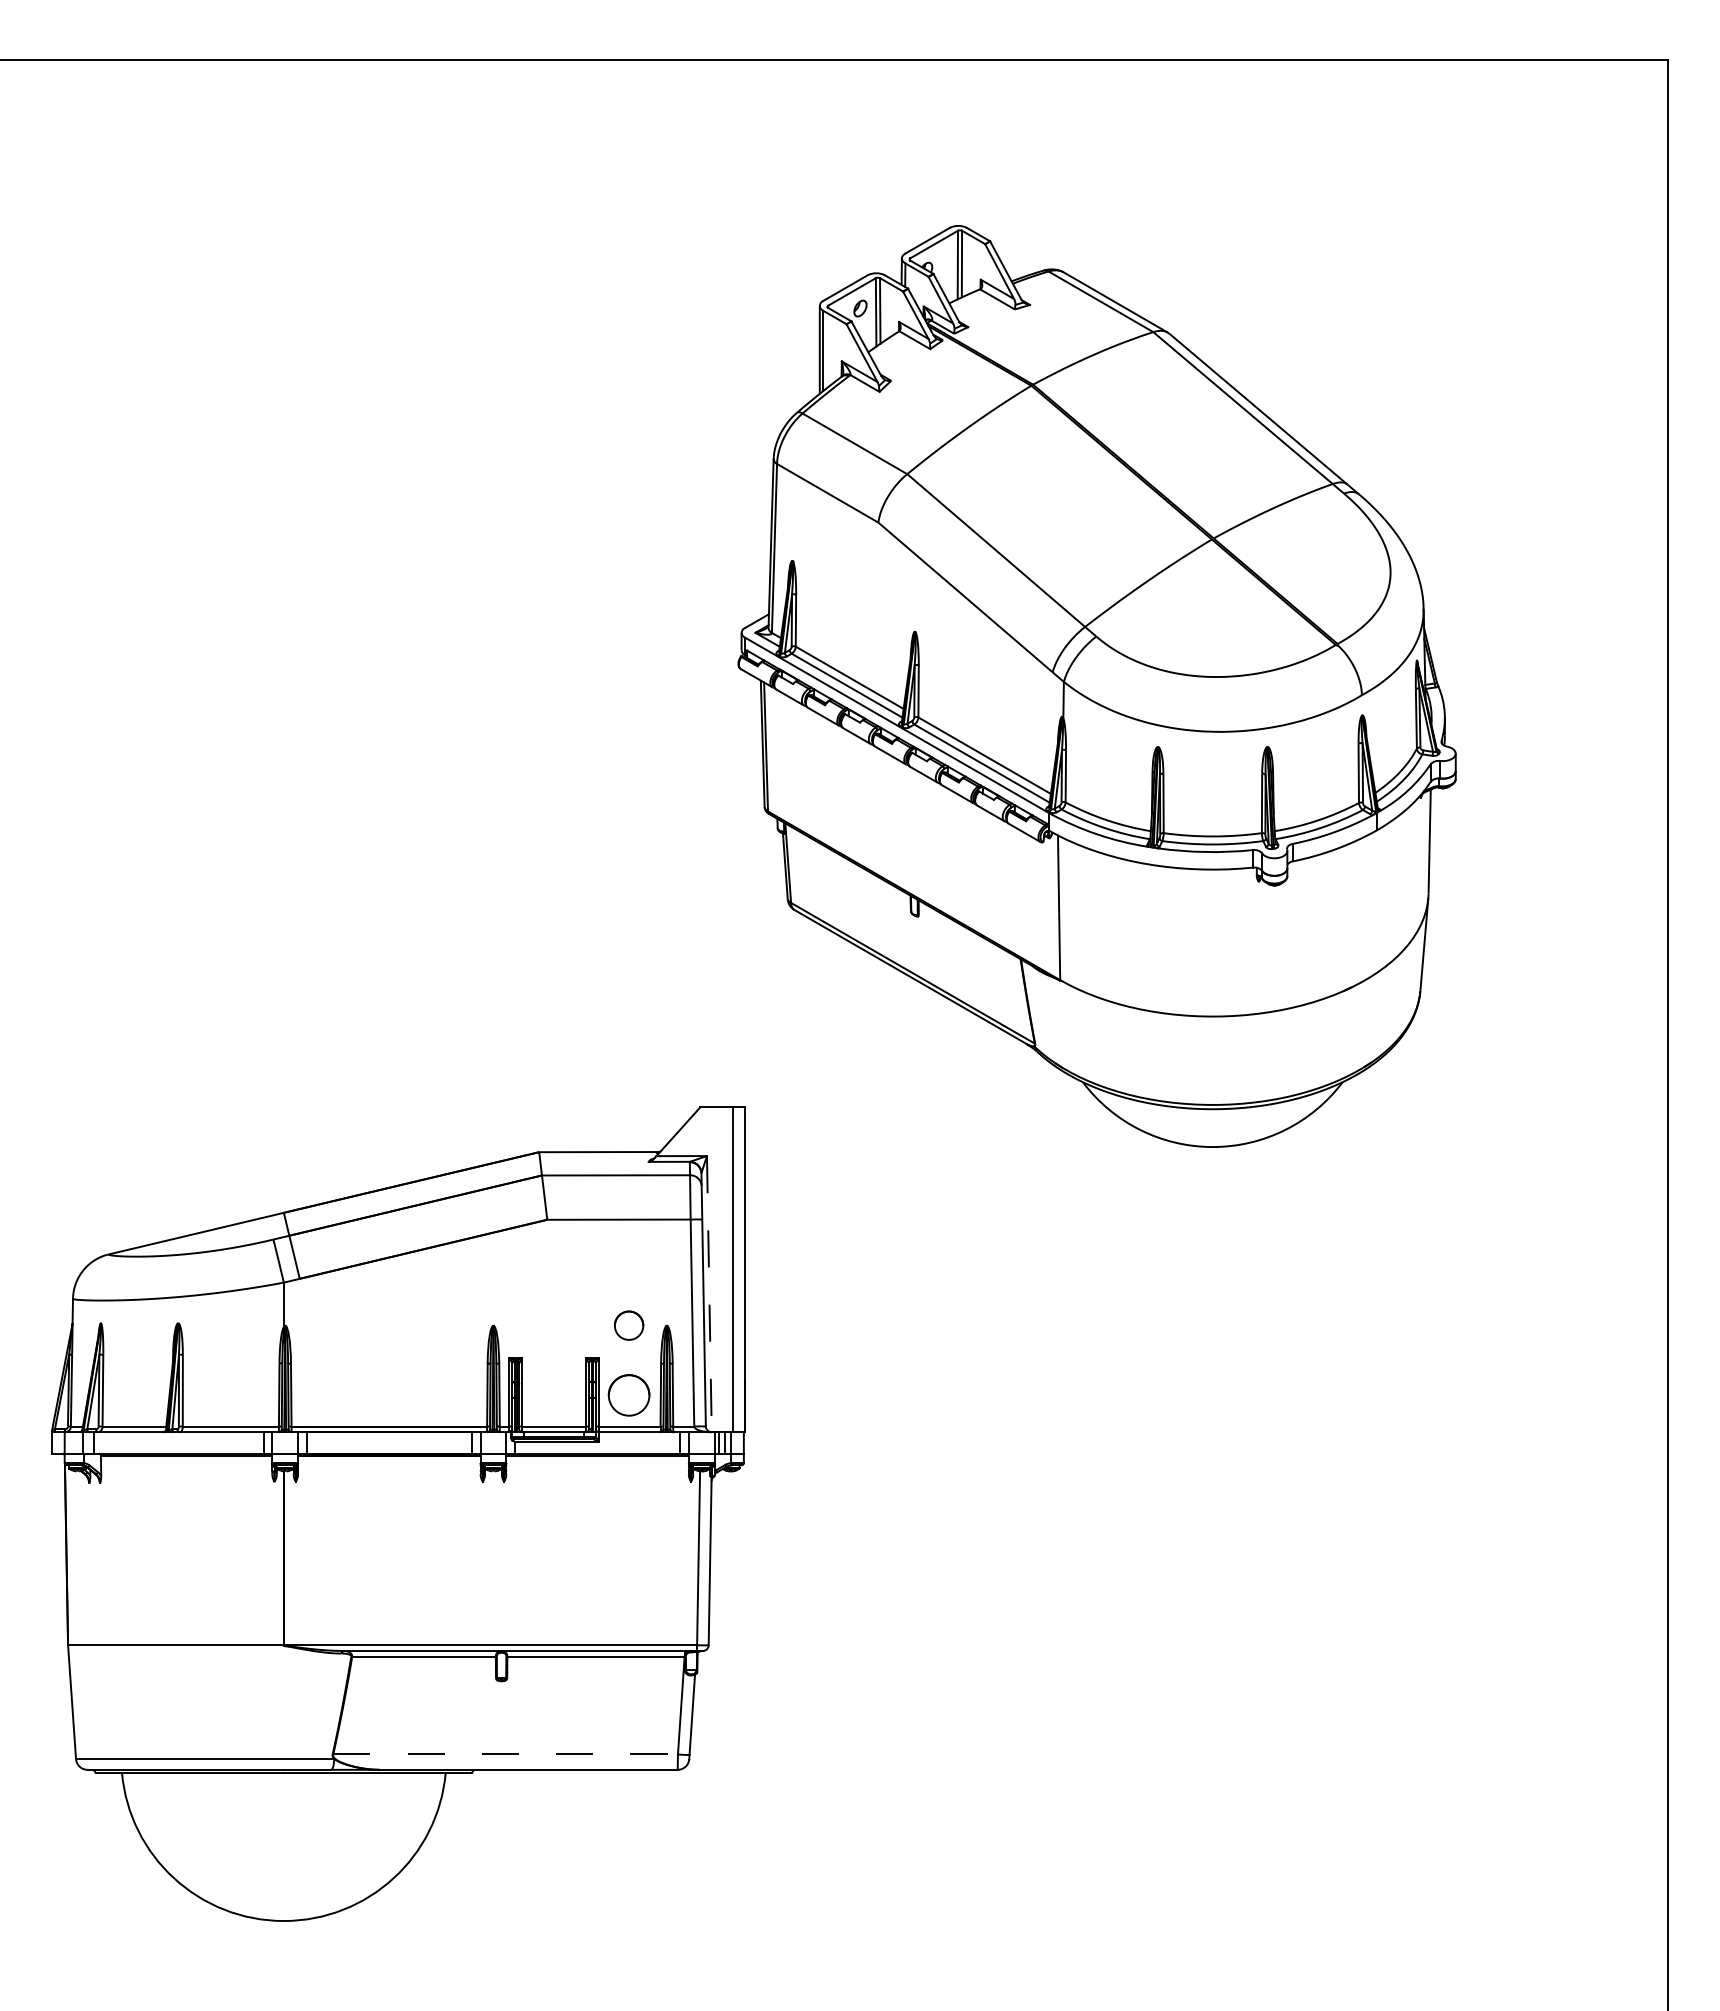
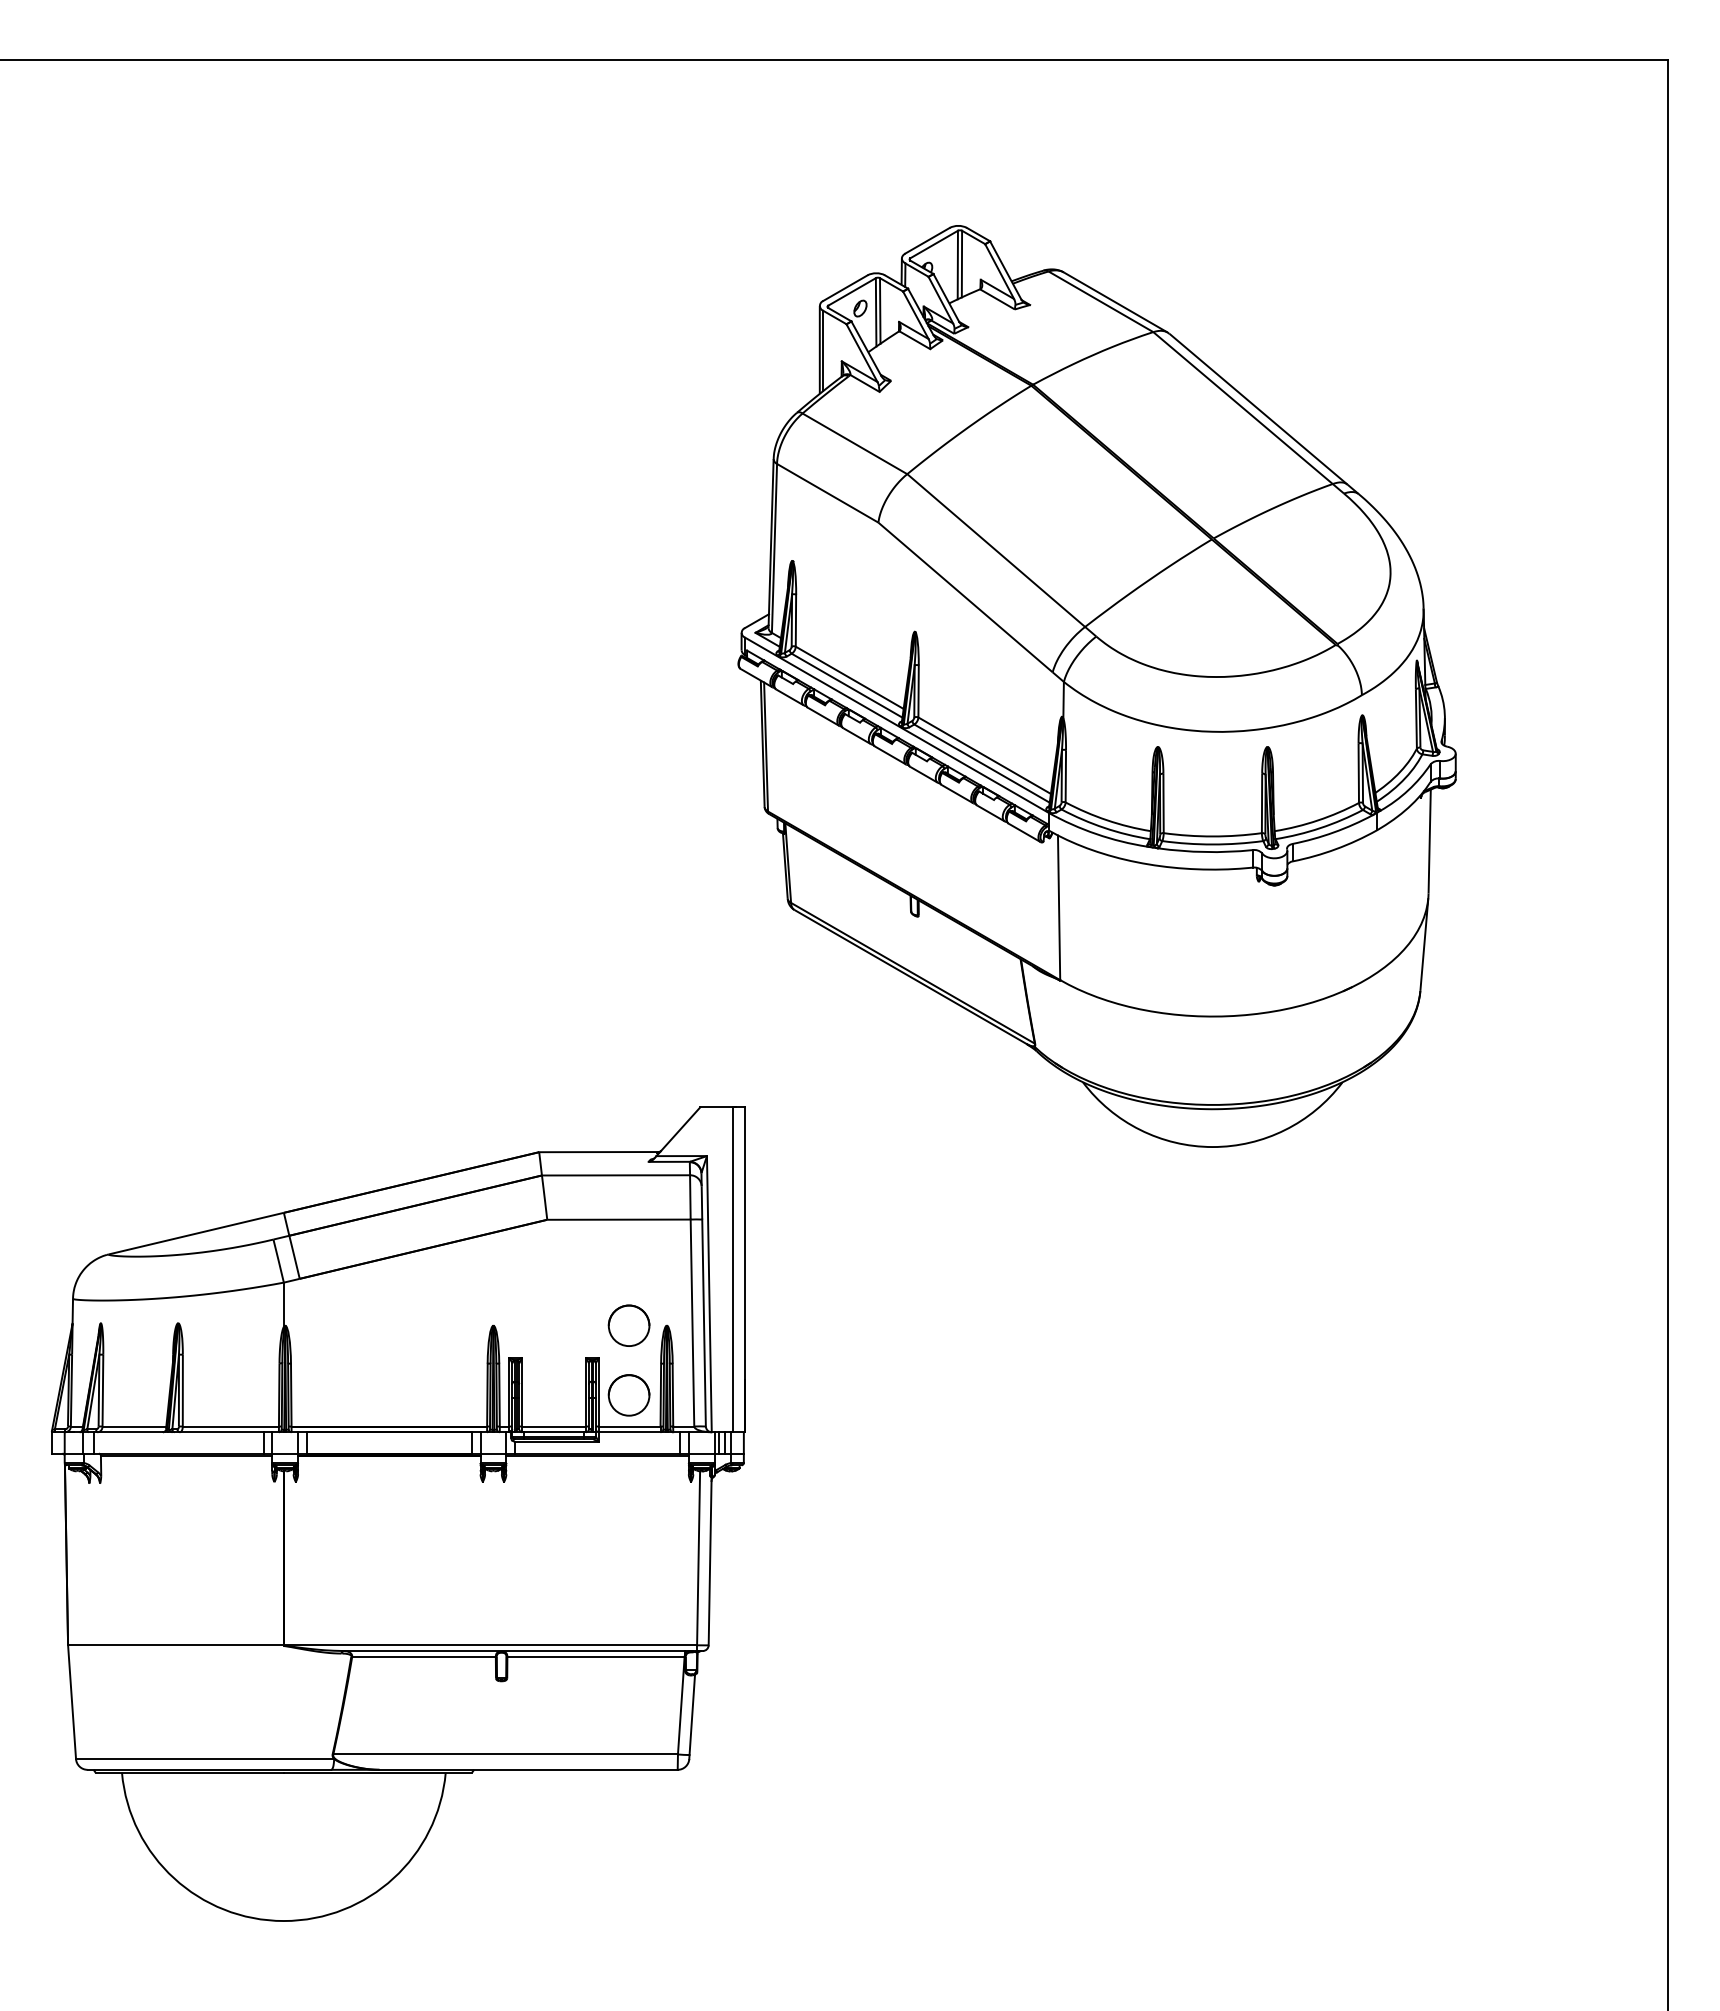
line at (709, 1294): dashed -> solid
part at (628, 1325) size: 32x31 px -> 44x43 px
line at (506, 1754): dashed -> solid
